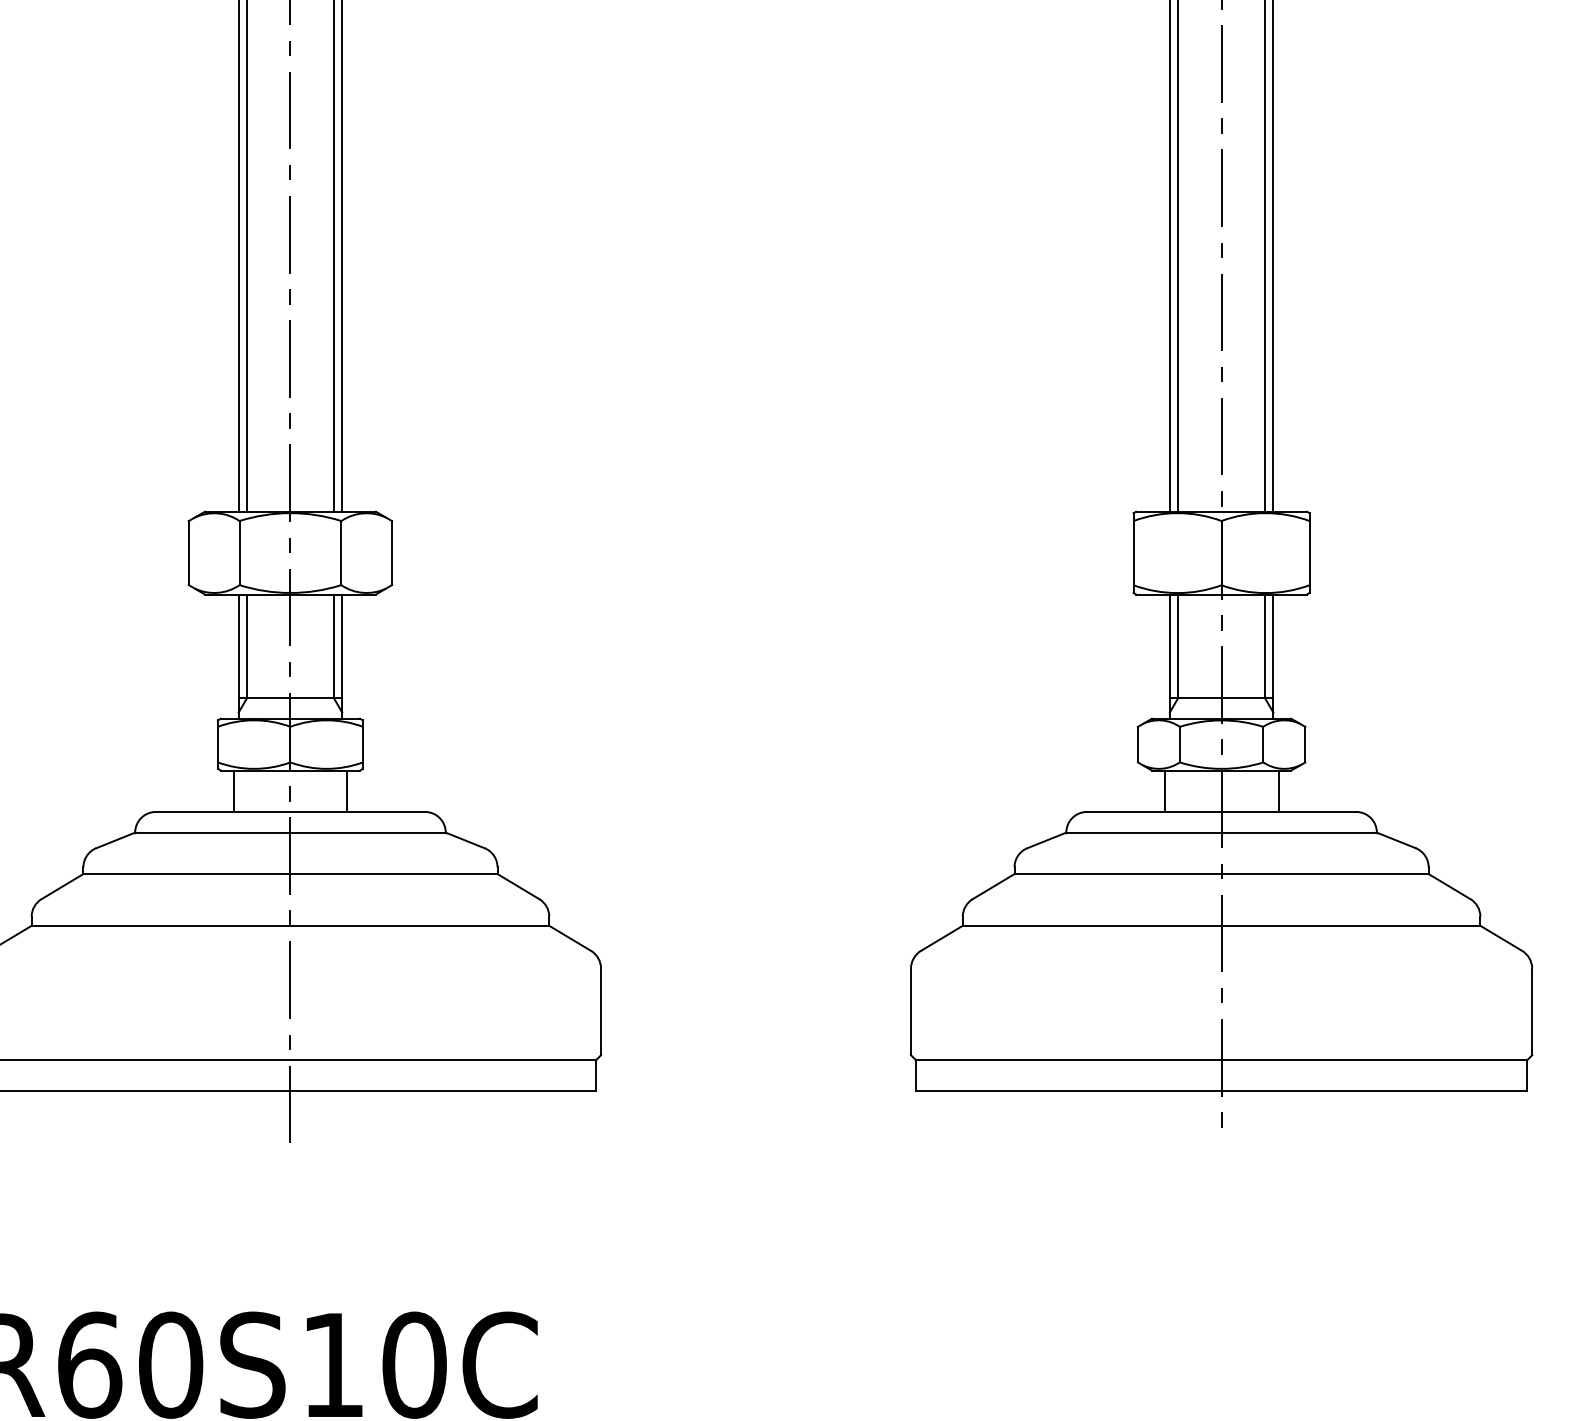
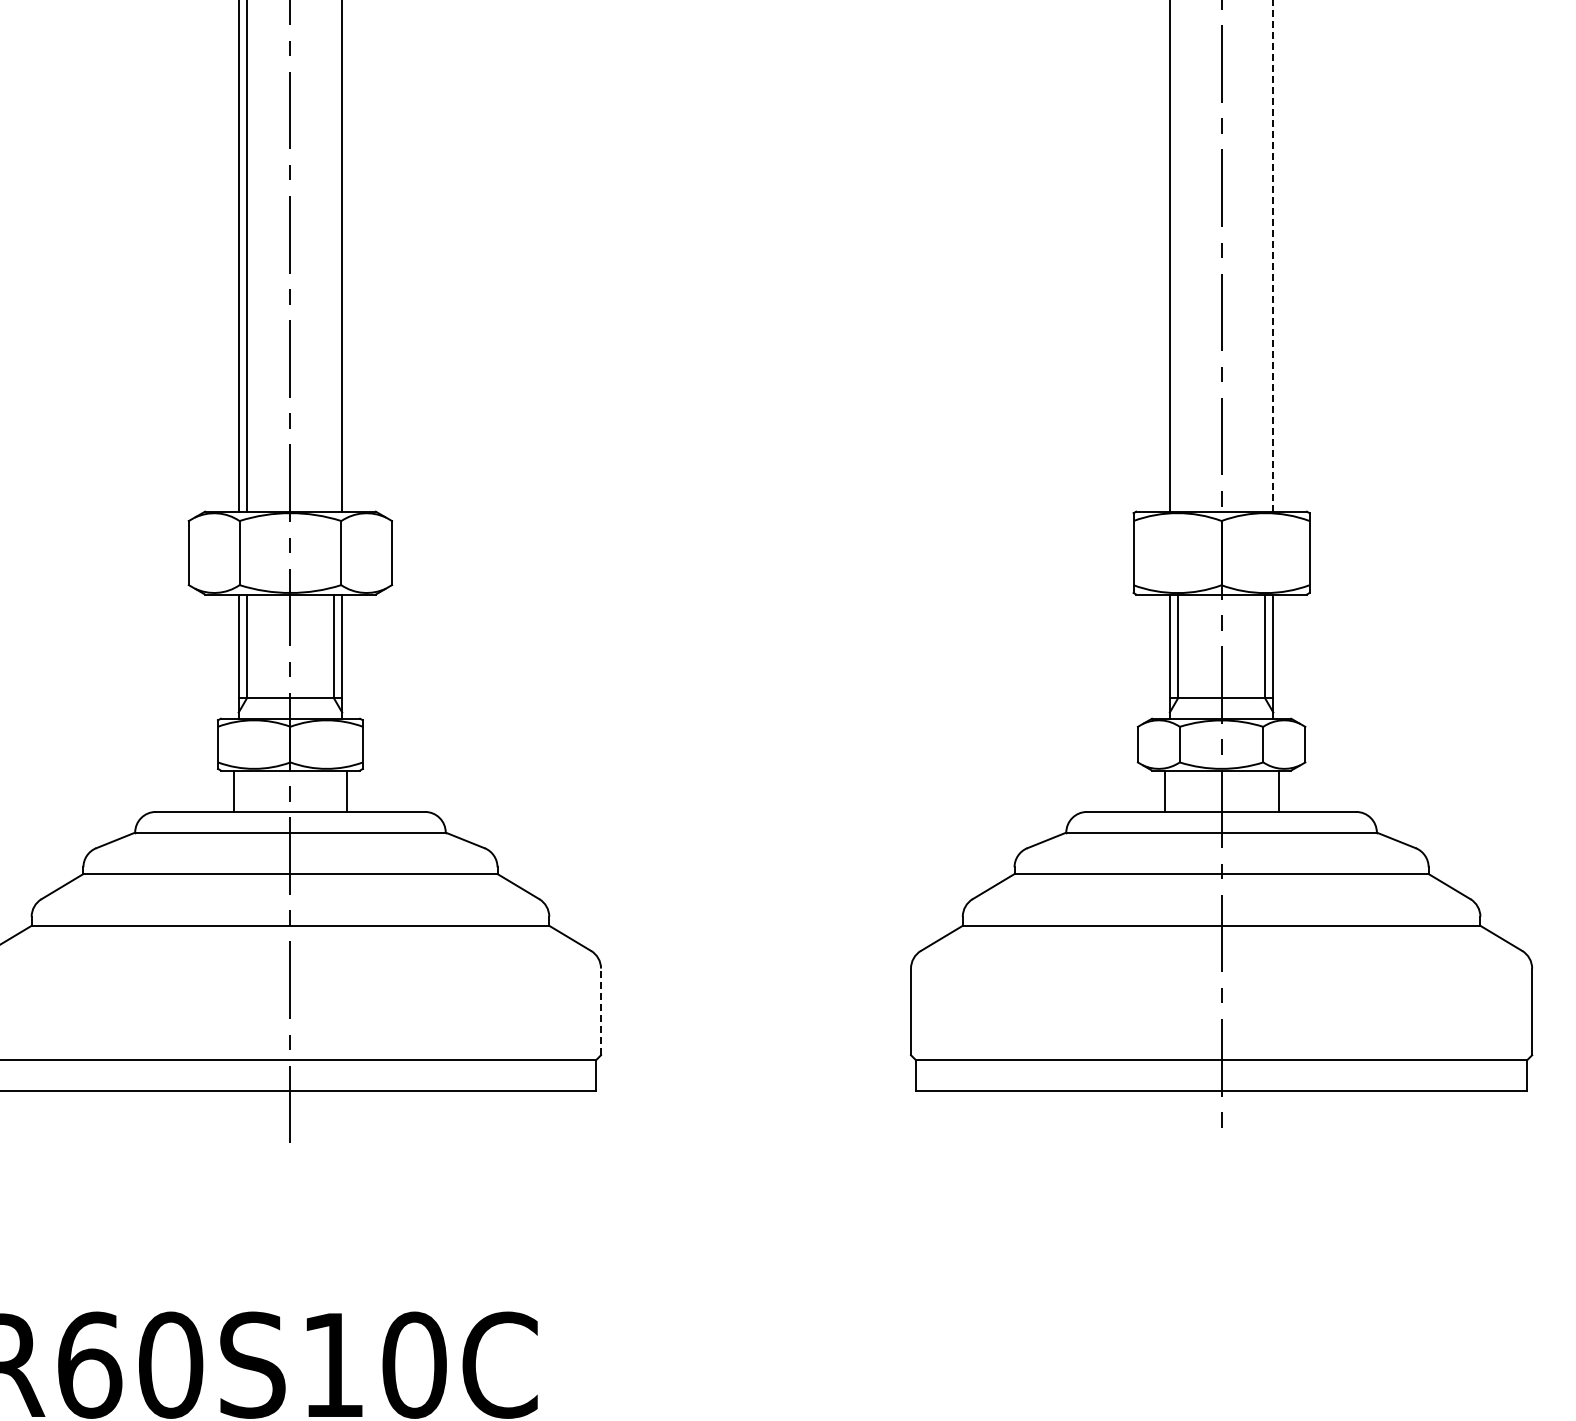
line at (1273, 255): solid -> dashed
line at (333, 256): present -> none
line at (1178, 256): present -> none
line at (1264, 256): present -> none
line at (601, 1011): solid -> dashed
